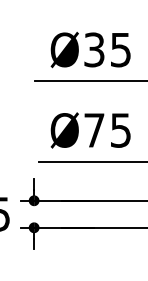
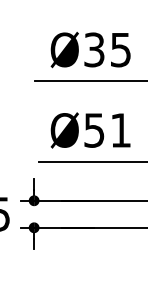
text at (107, 130): Ø75 -> Ø51
